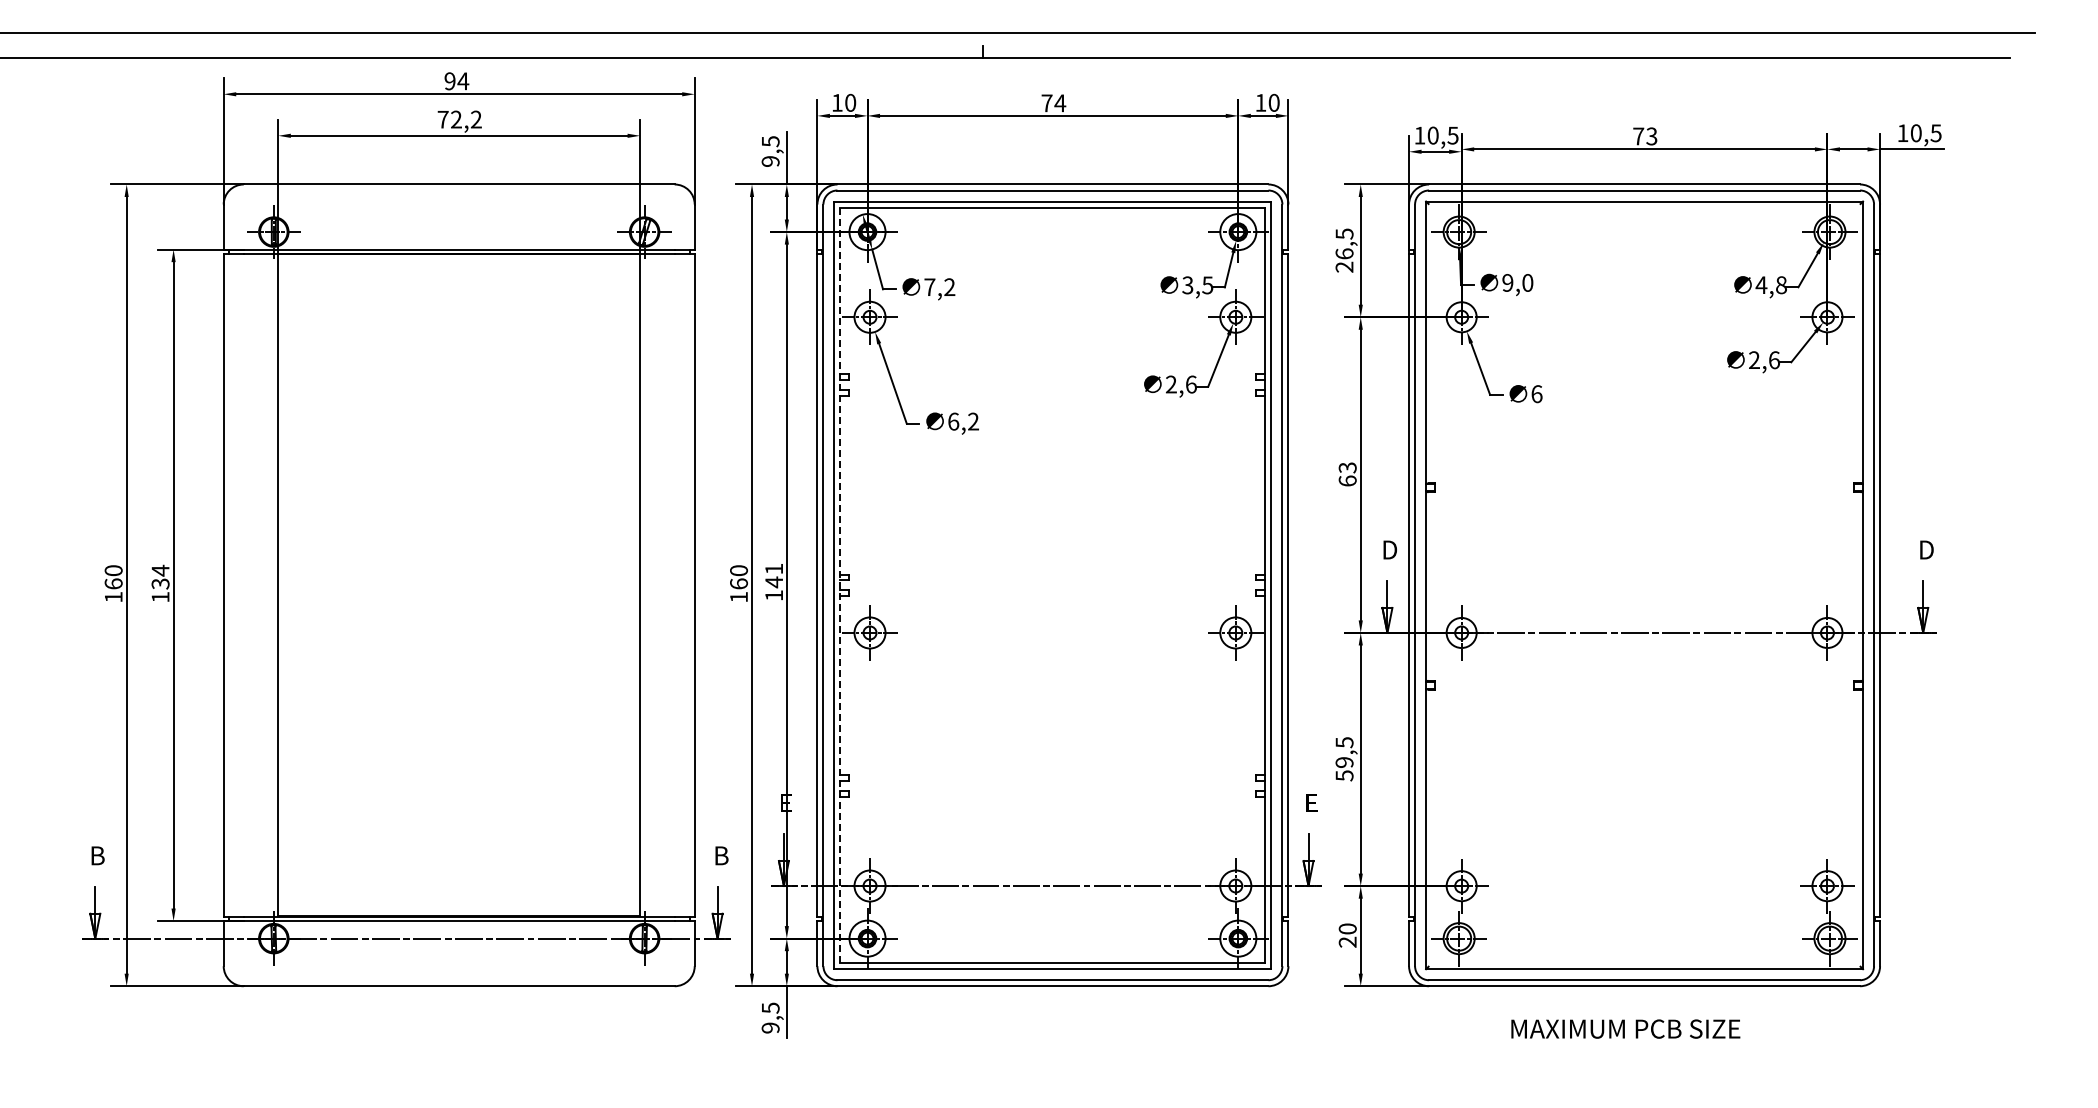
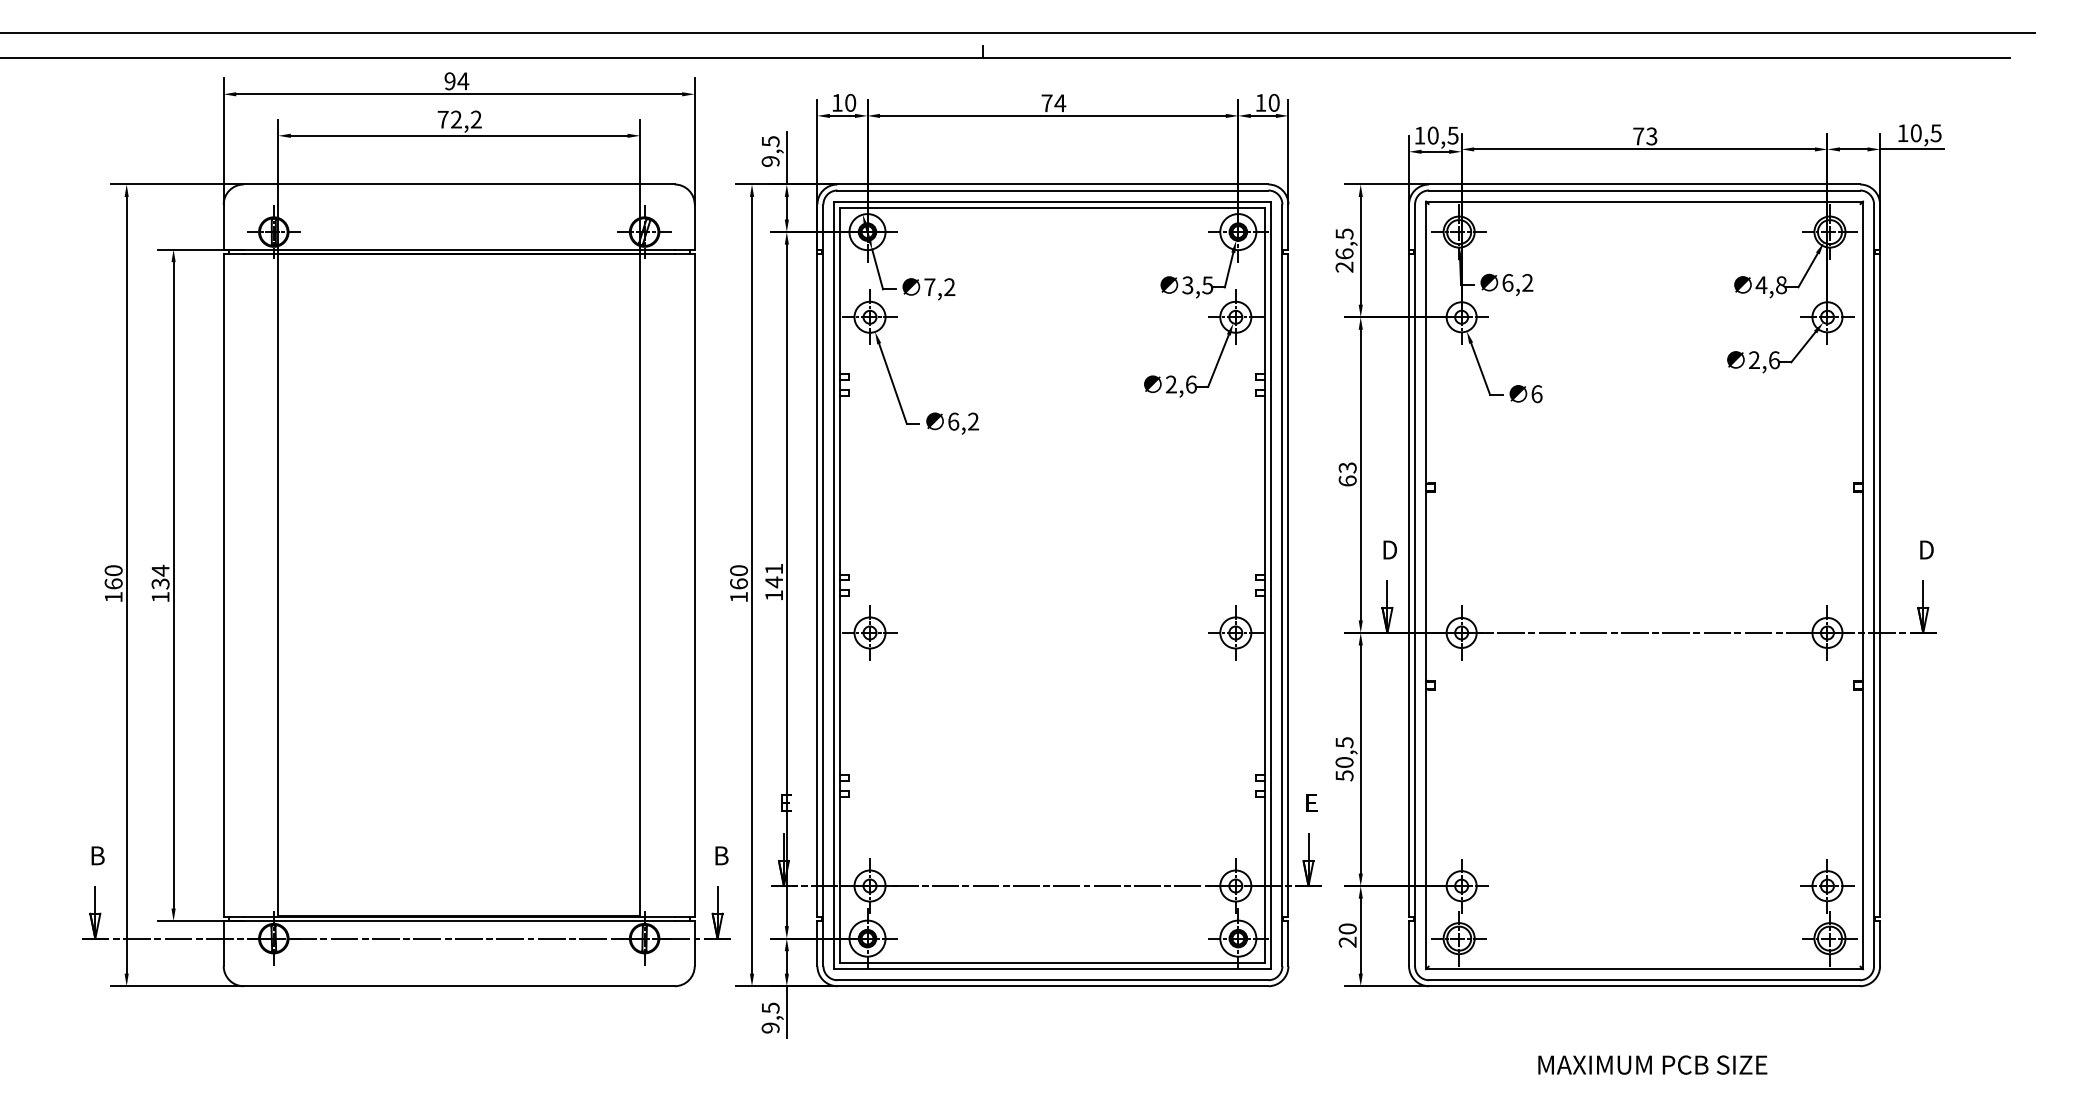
text at (1517, 282): 9,0 -> 6,2
line at (840, 585): dashed -> solid
text at (1344, 762): 59,5 -> 50,5
text at (1625, 1028) position: (1625, 1028) -> (1652, 1064)
